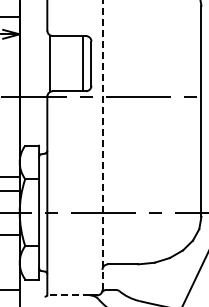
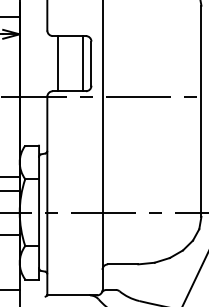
line at (50, 63) position: (50, 63) -> (58, 63)
line at (102, 145): dashed -> solid
line at (68, 295): dashed -> solid
